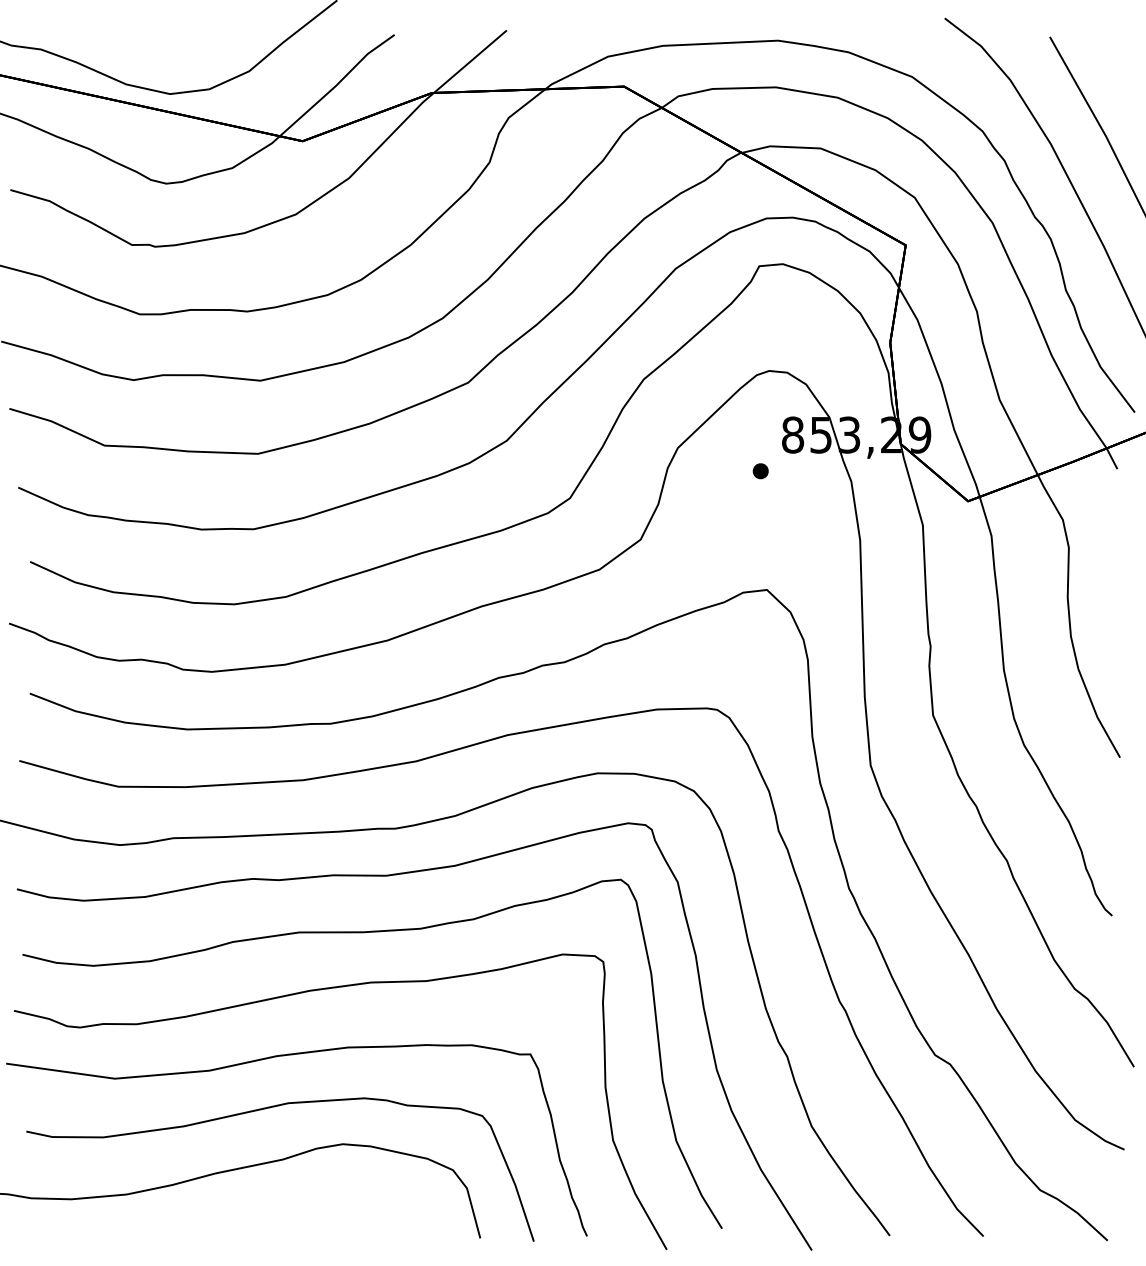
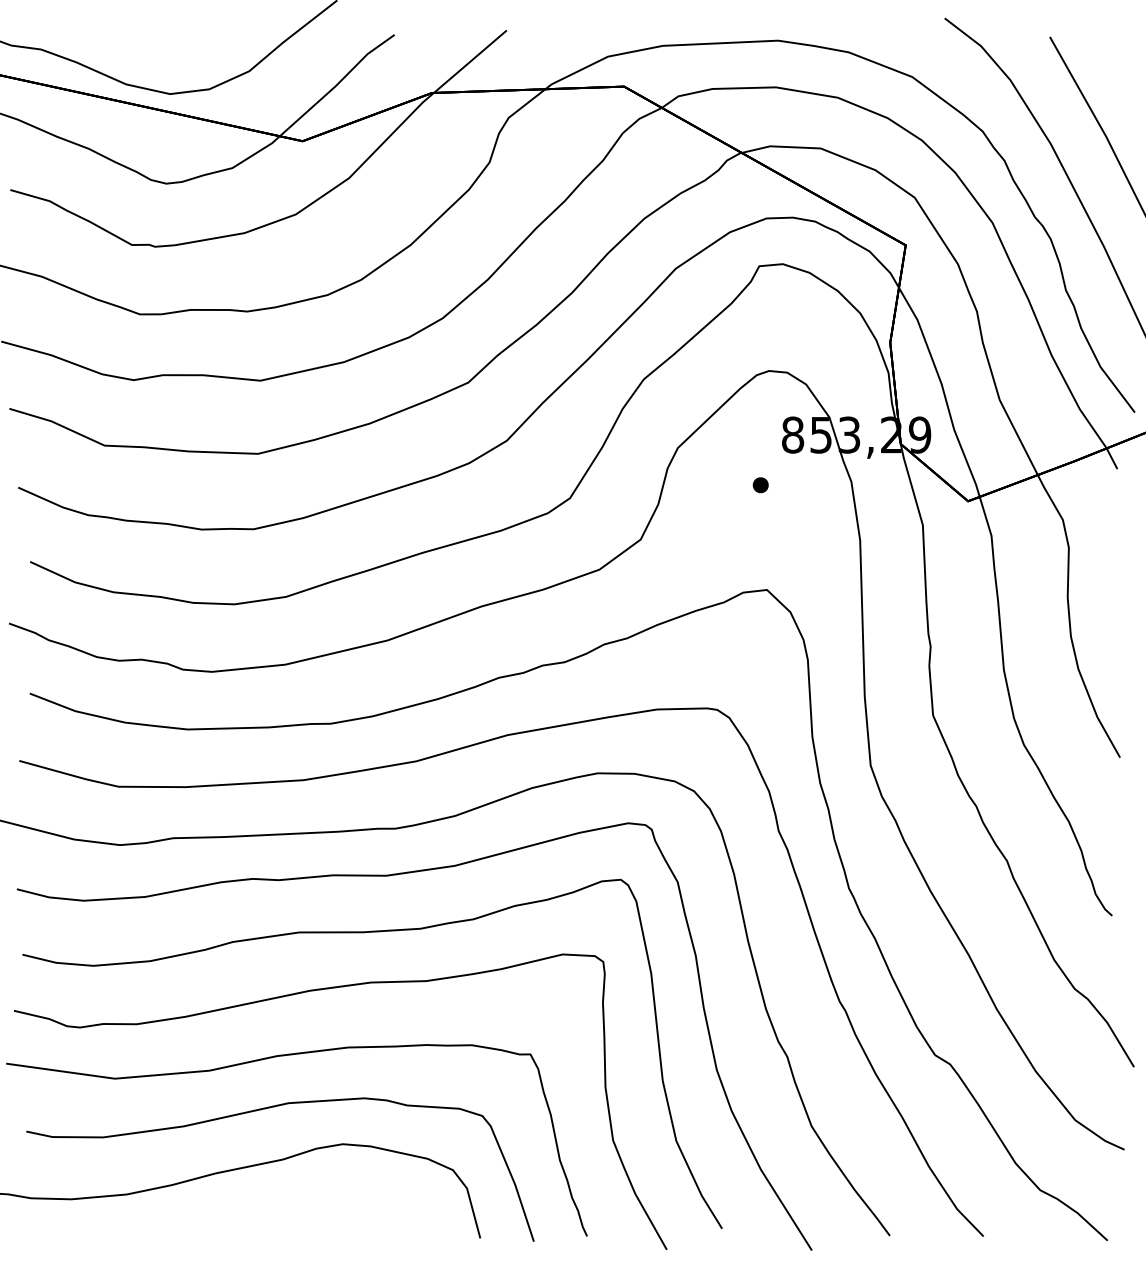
part at (760, 471) position: (760, 471) -> (760, 485)
